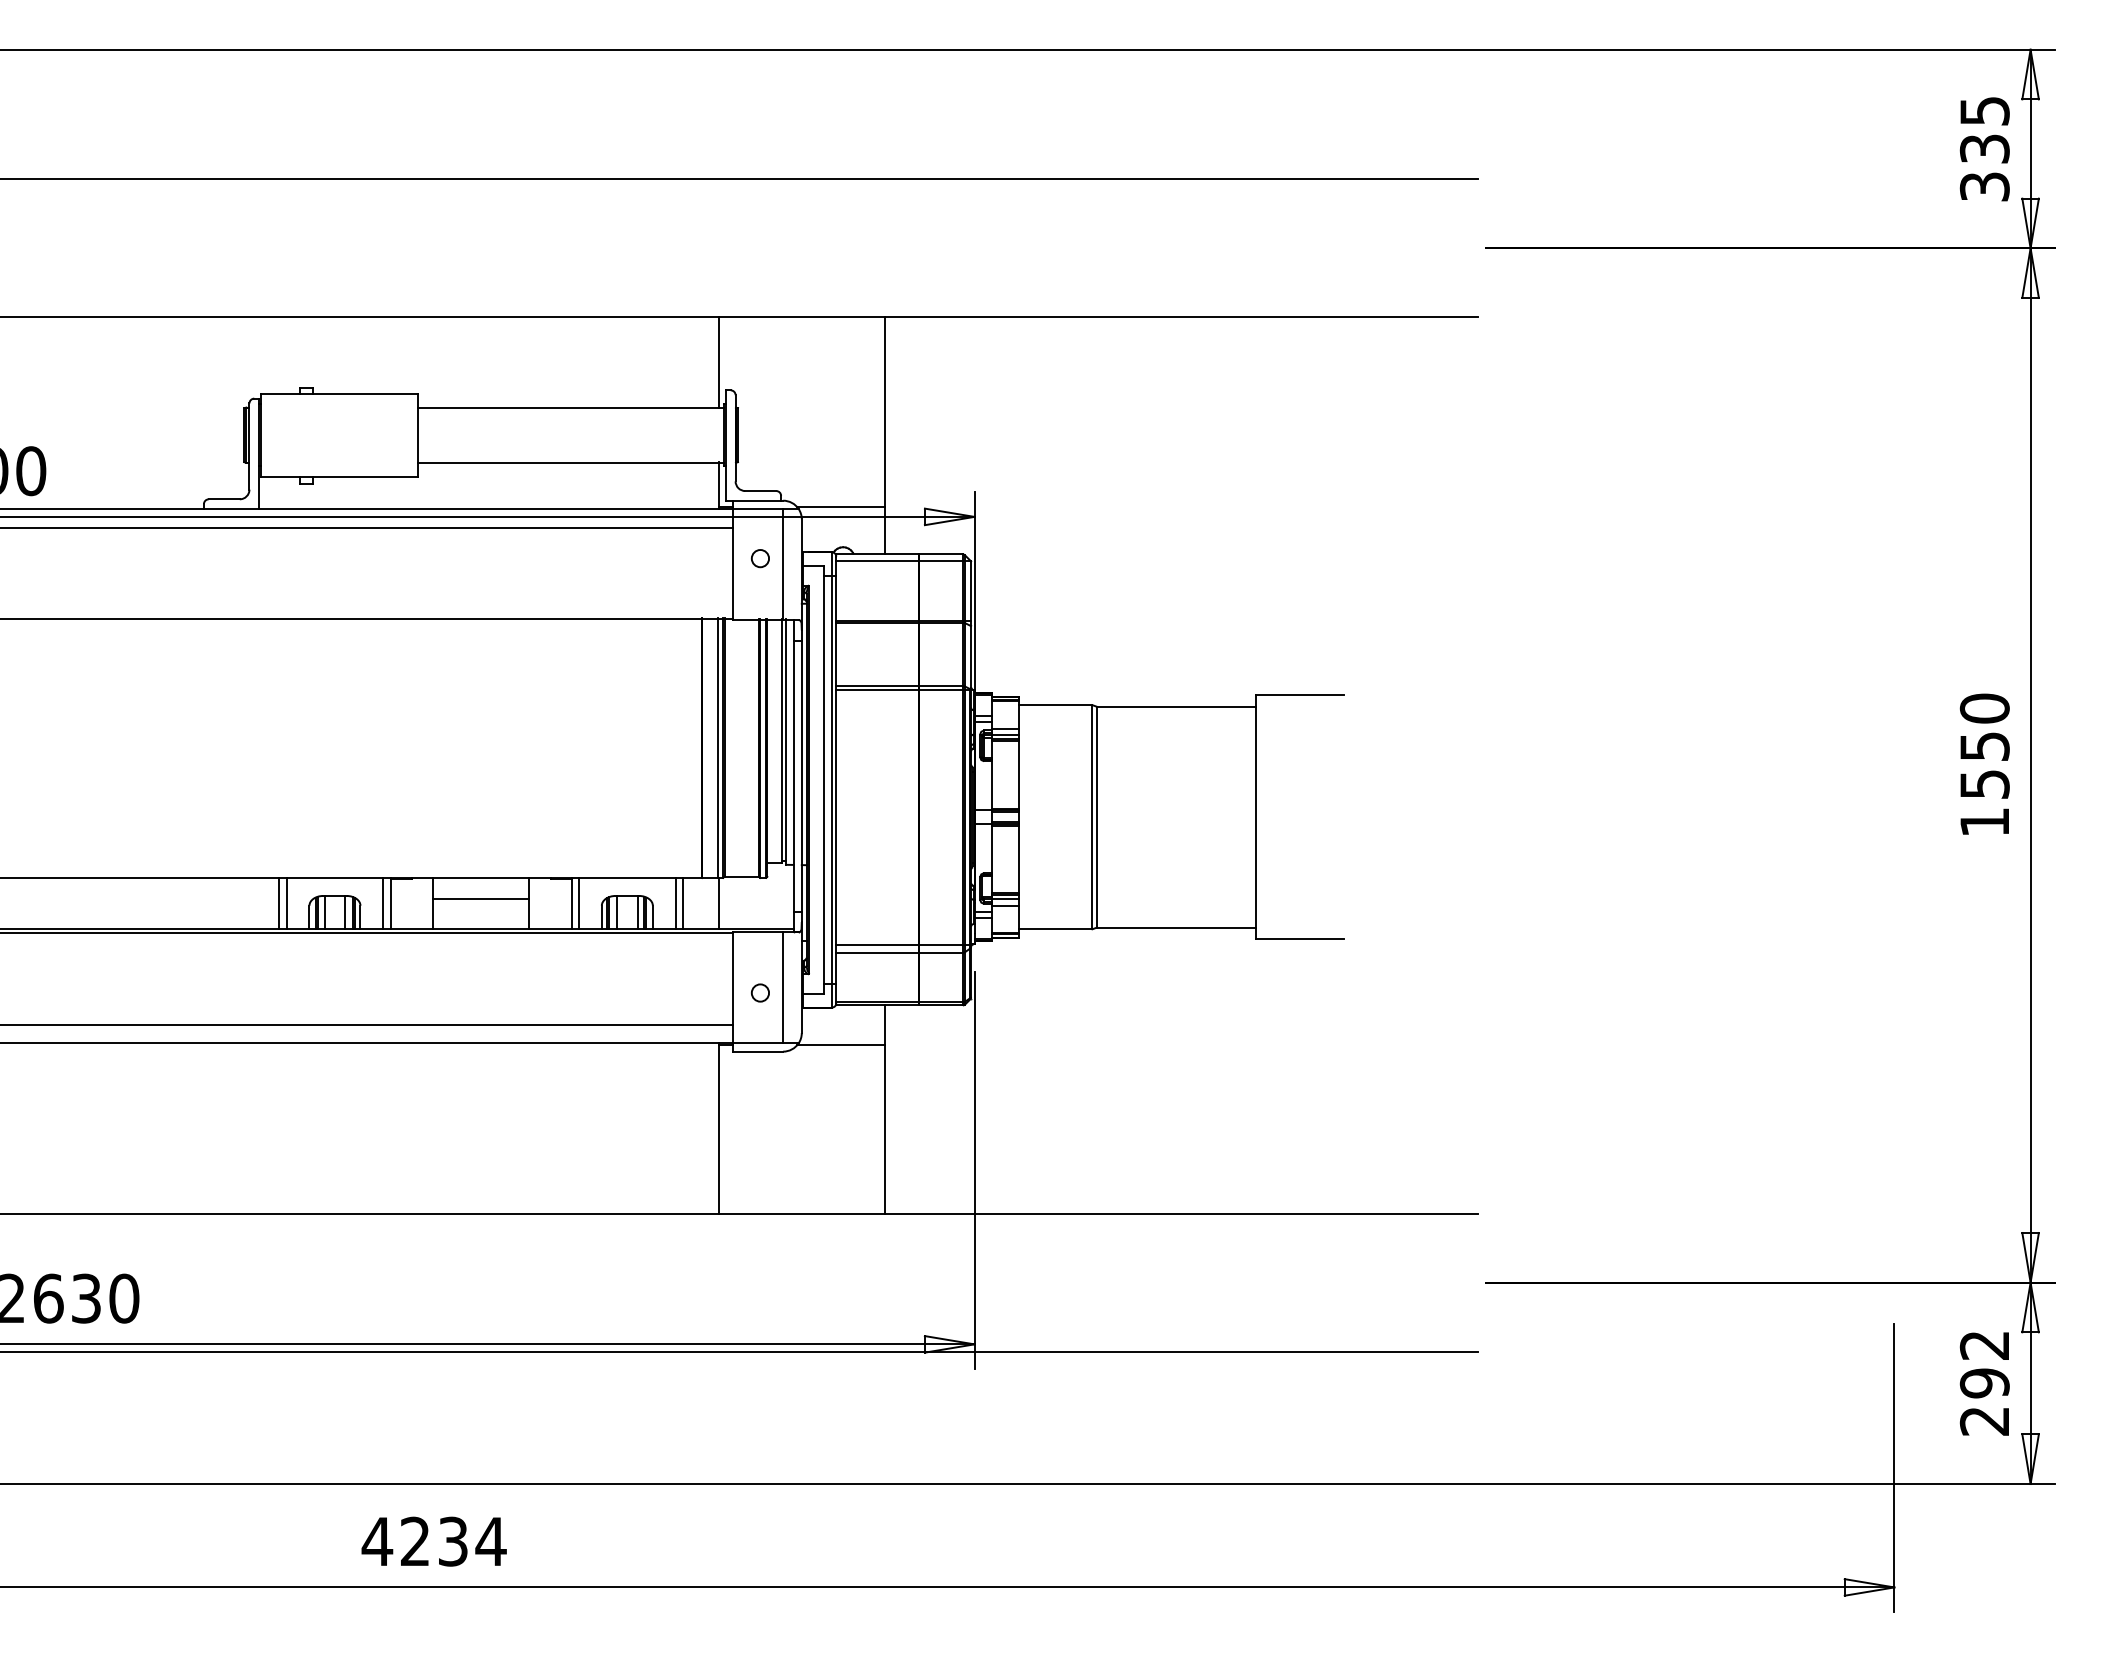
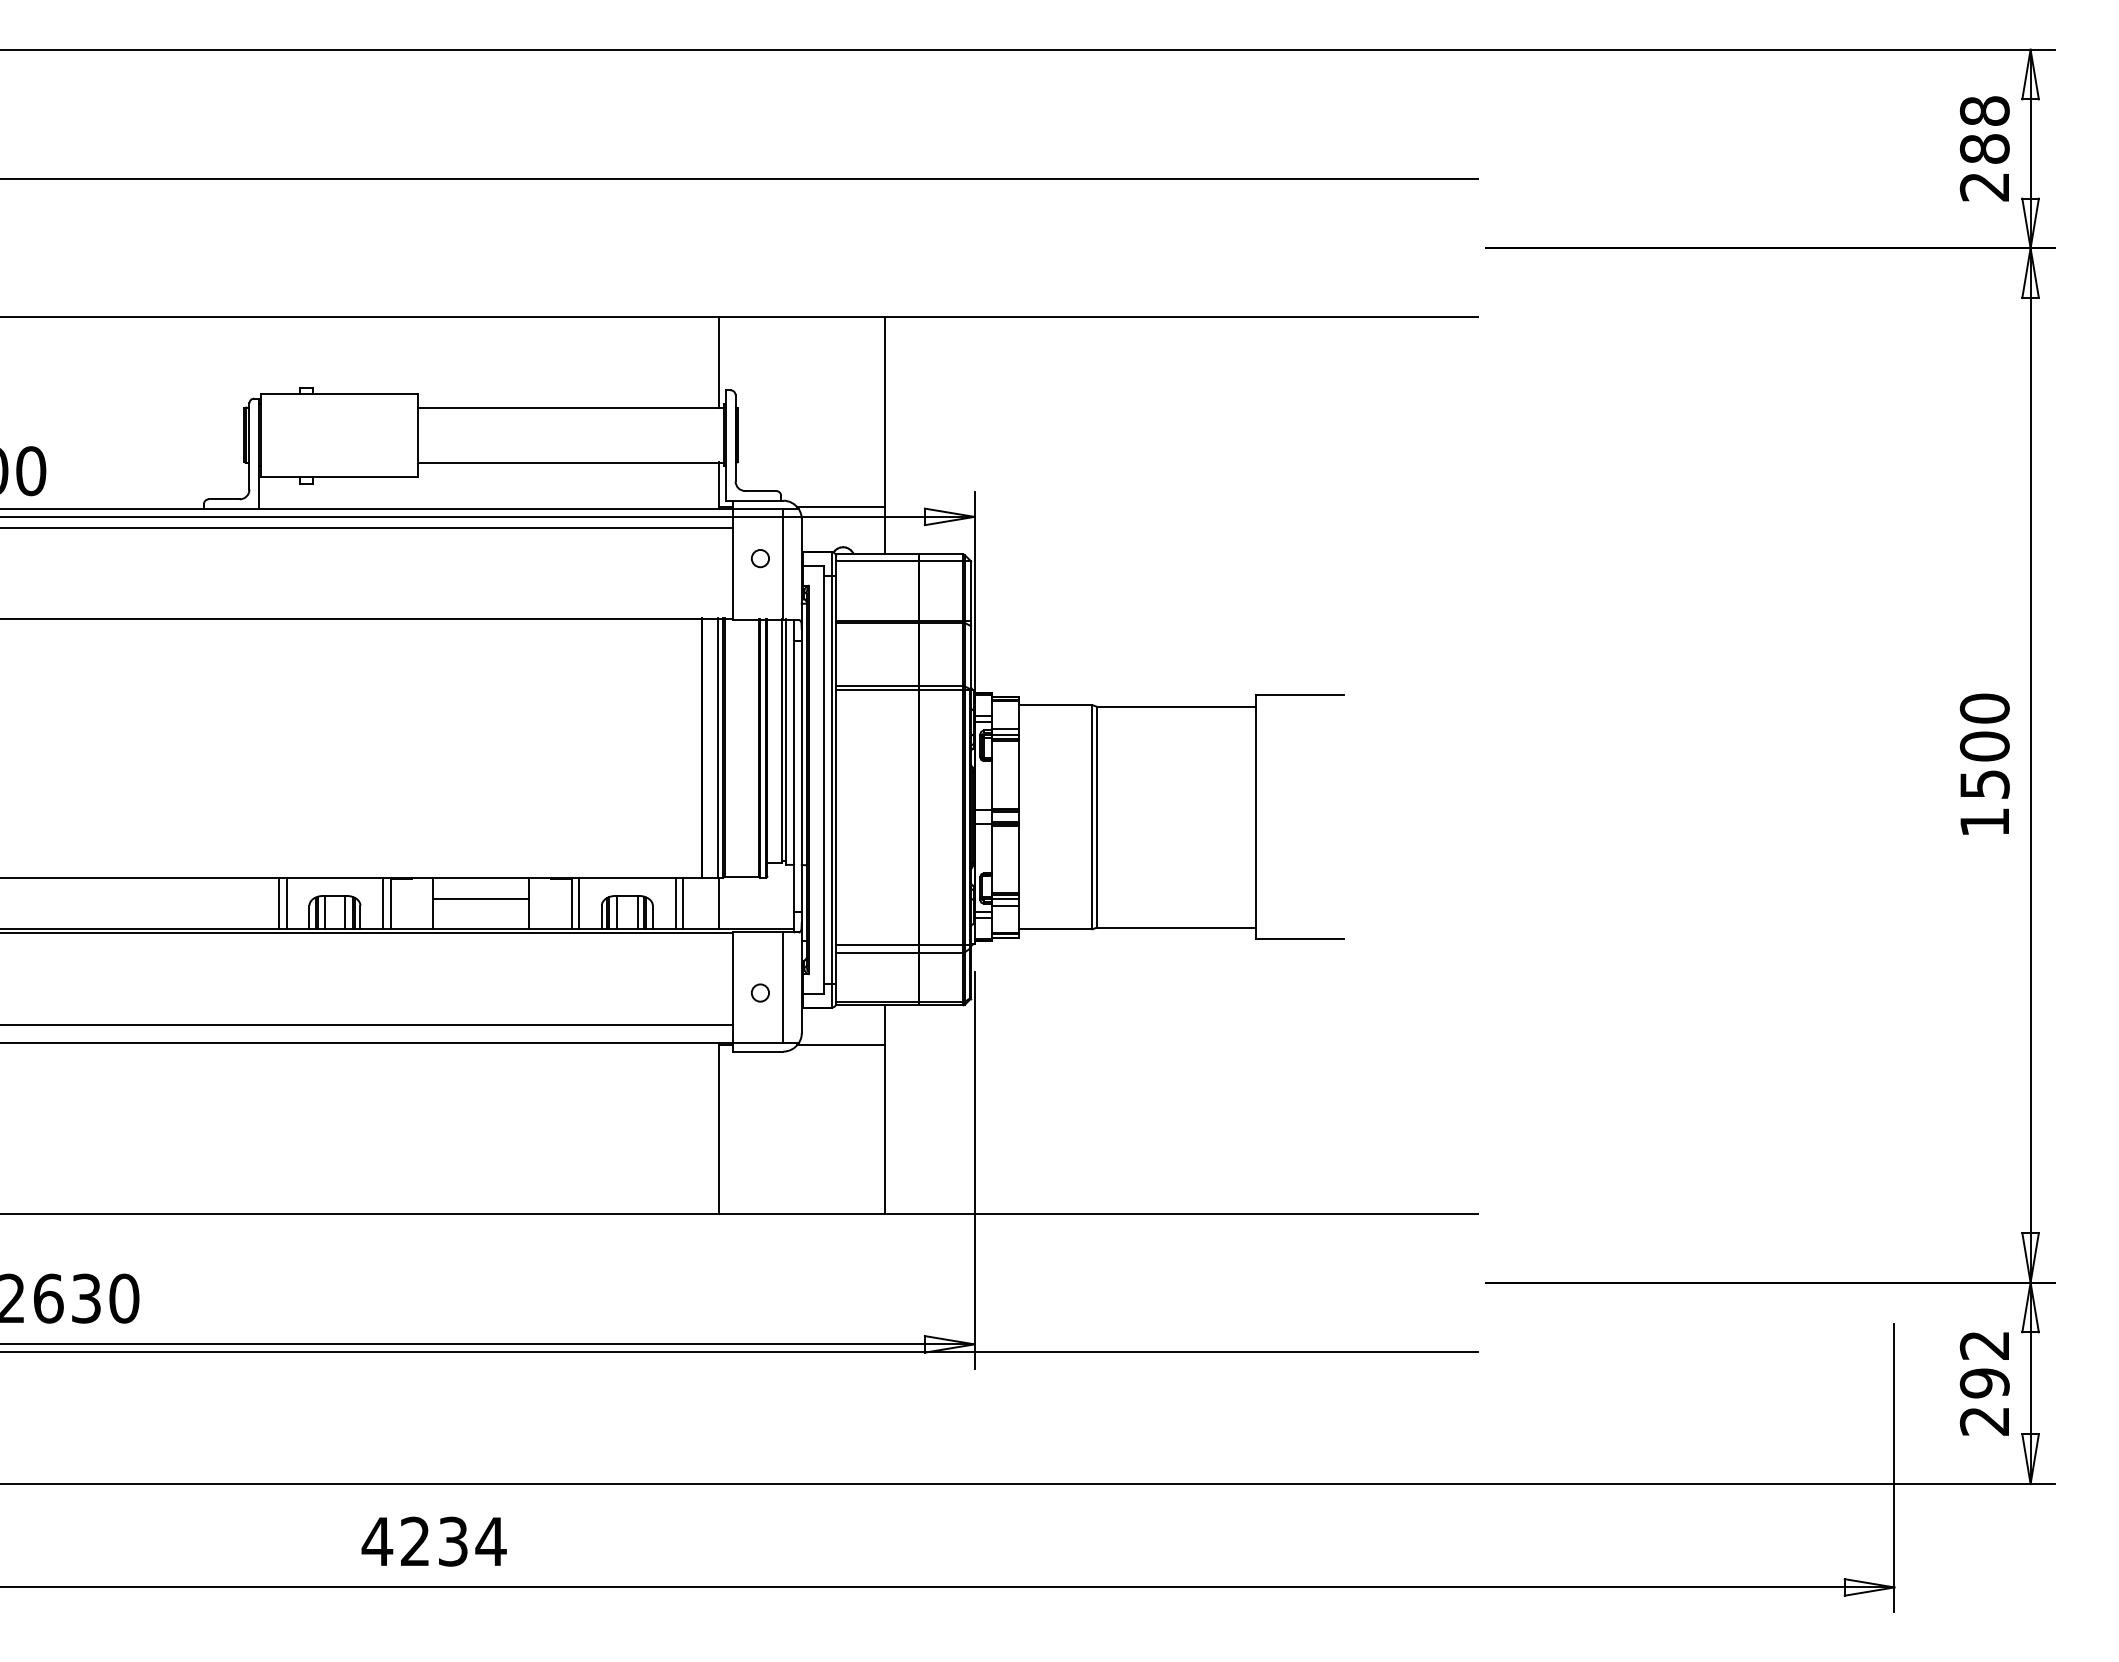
text at (1984, 148): 335 -> 288
text at (1984, 746): 1550 -> 1500
